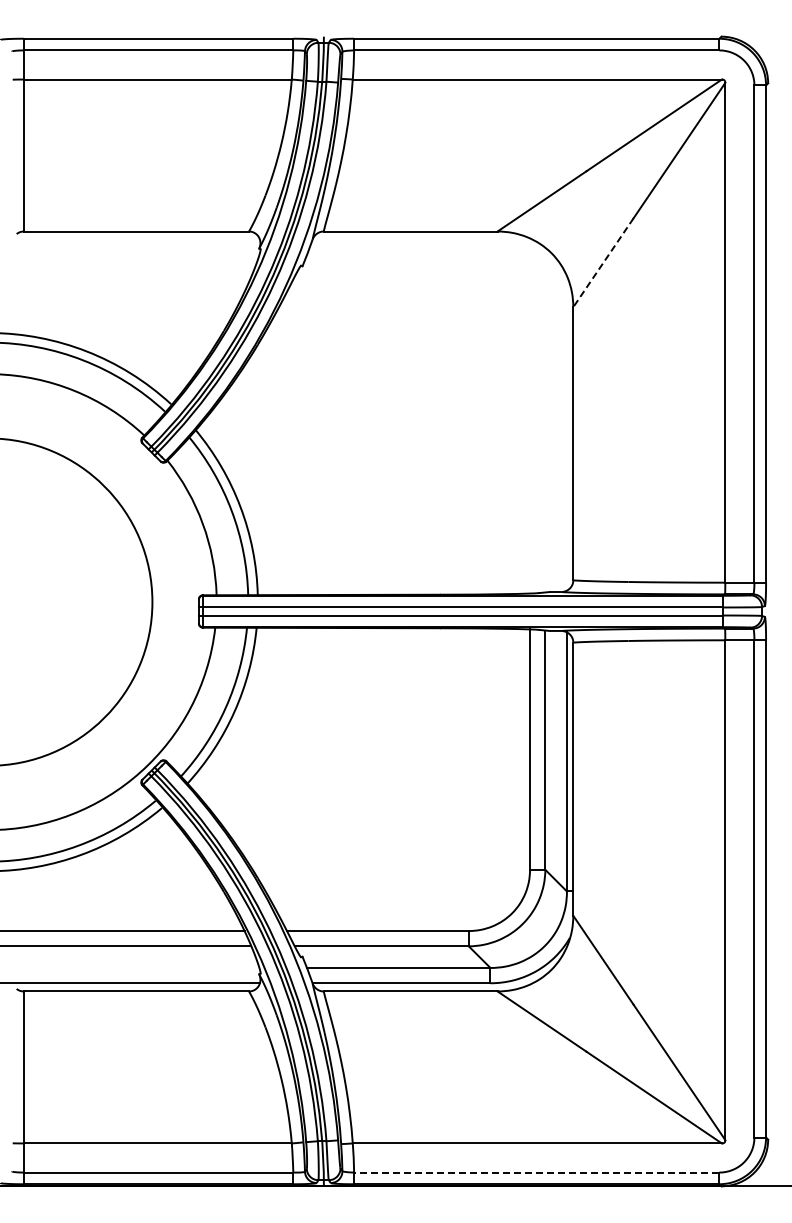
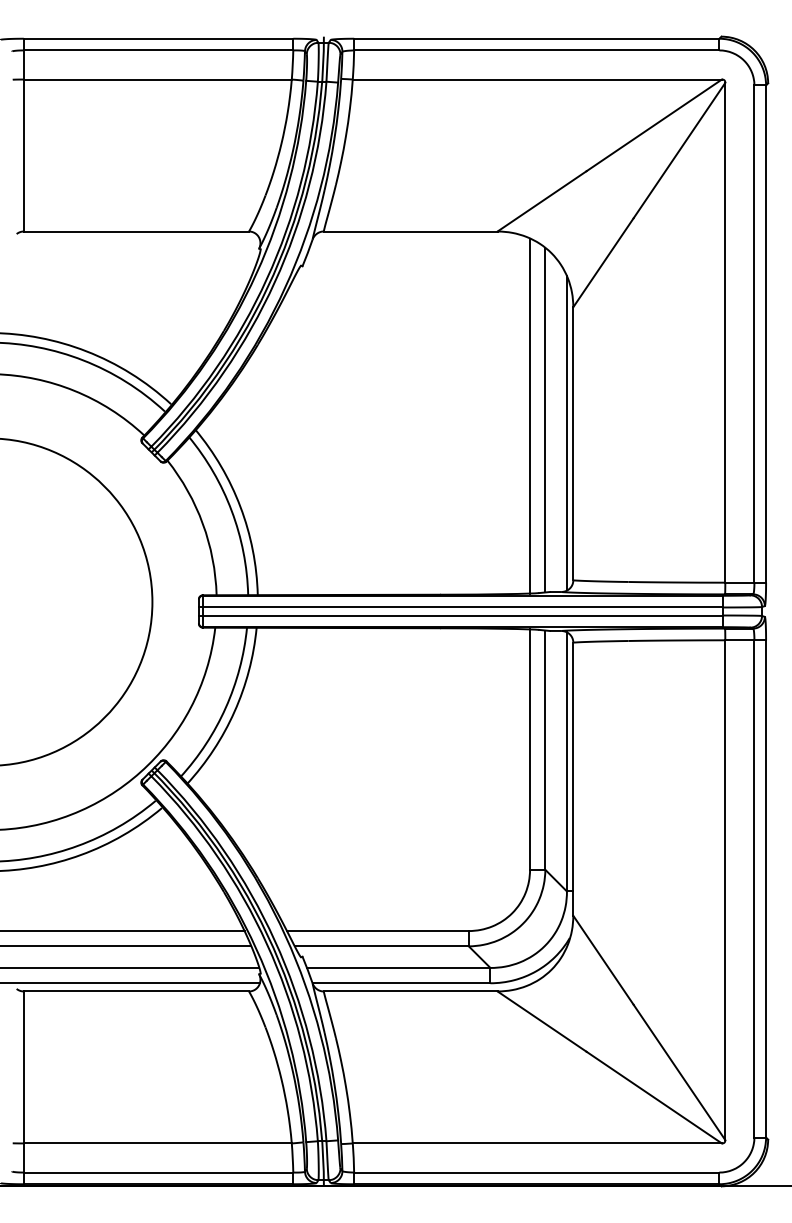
line at (603, 262): dashed -> solid
line at (530, 415): none -> present
line at (545, 420): none -> present
line at (566, 433): none -> present
line at (130, 967): none -> present
line at (536, 1172): dashed -> solid
